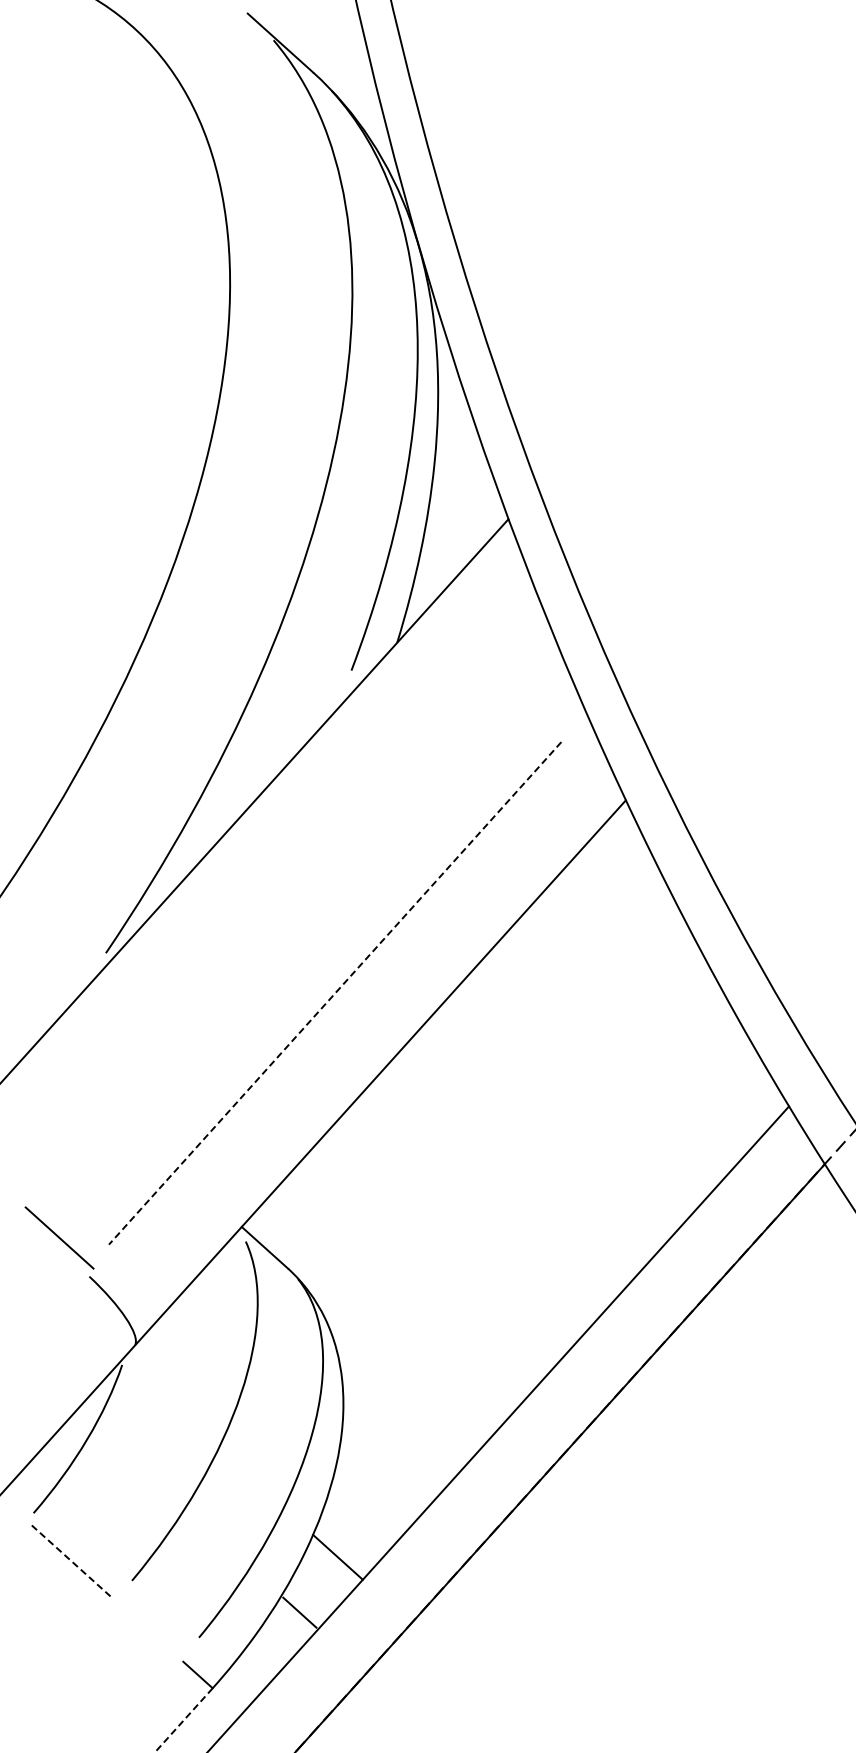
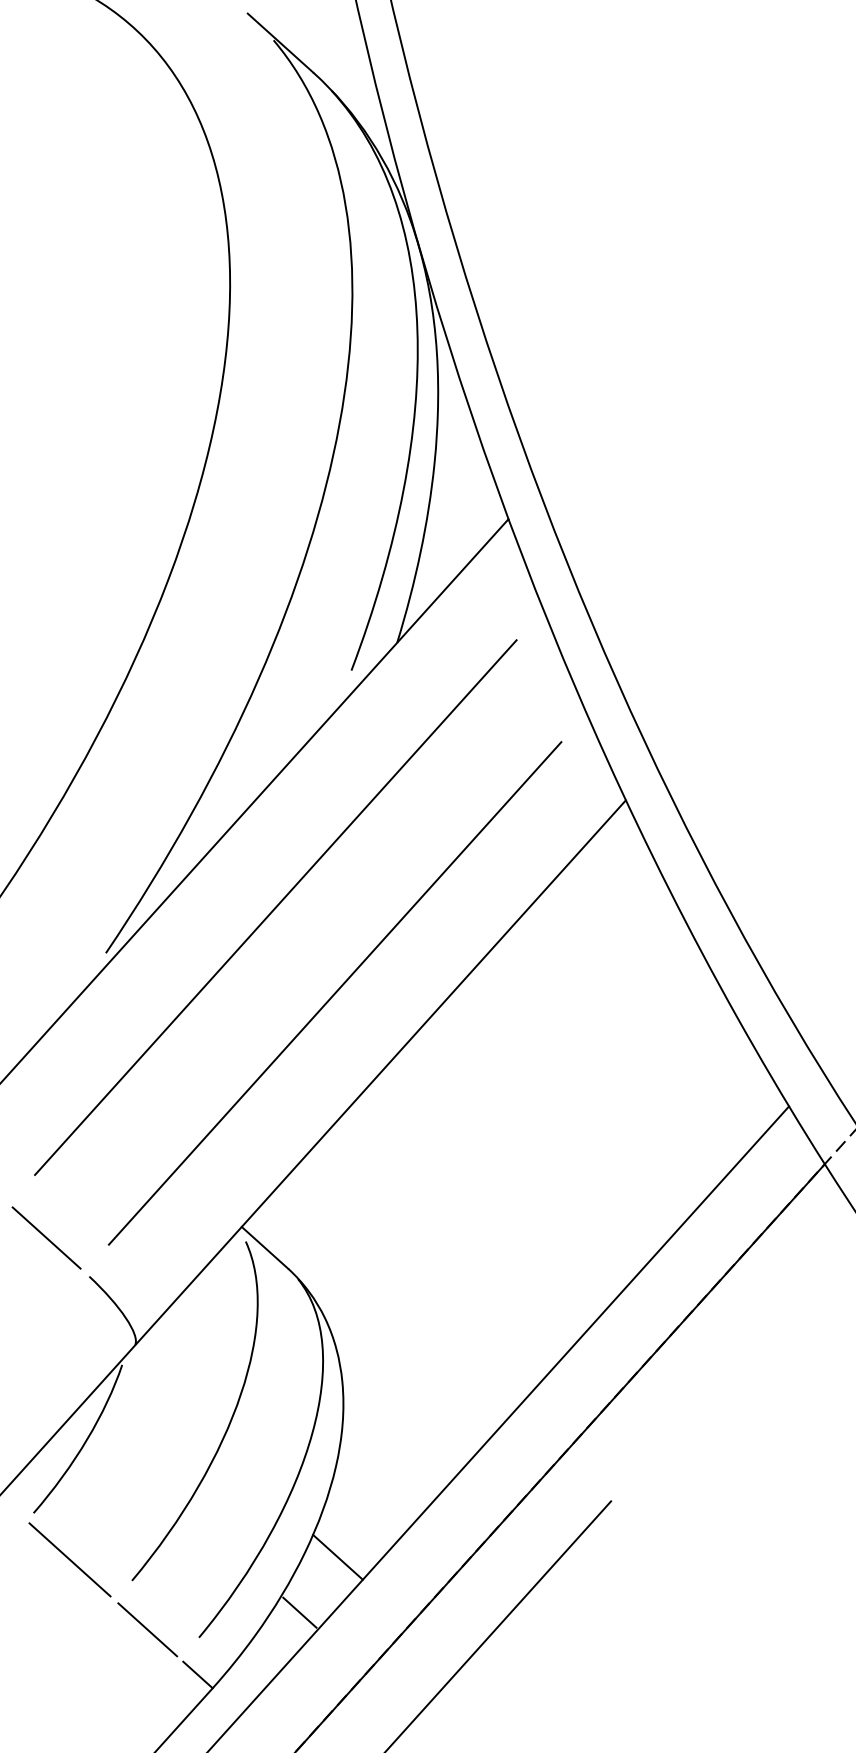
line at (275, 907): none -> present
line at (334, 993): dashed -> solid
line at (59, 1237) position: (59, 1237) -> (46, 1237)
line at (70, 1559): dashed -> solid
line at (499, 1625): none -> present
line at (147, 1629): none -> present
line at (183, 1720): dashed -> solid
